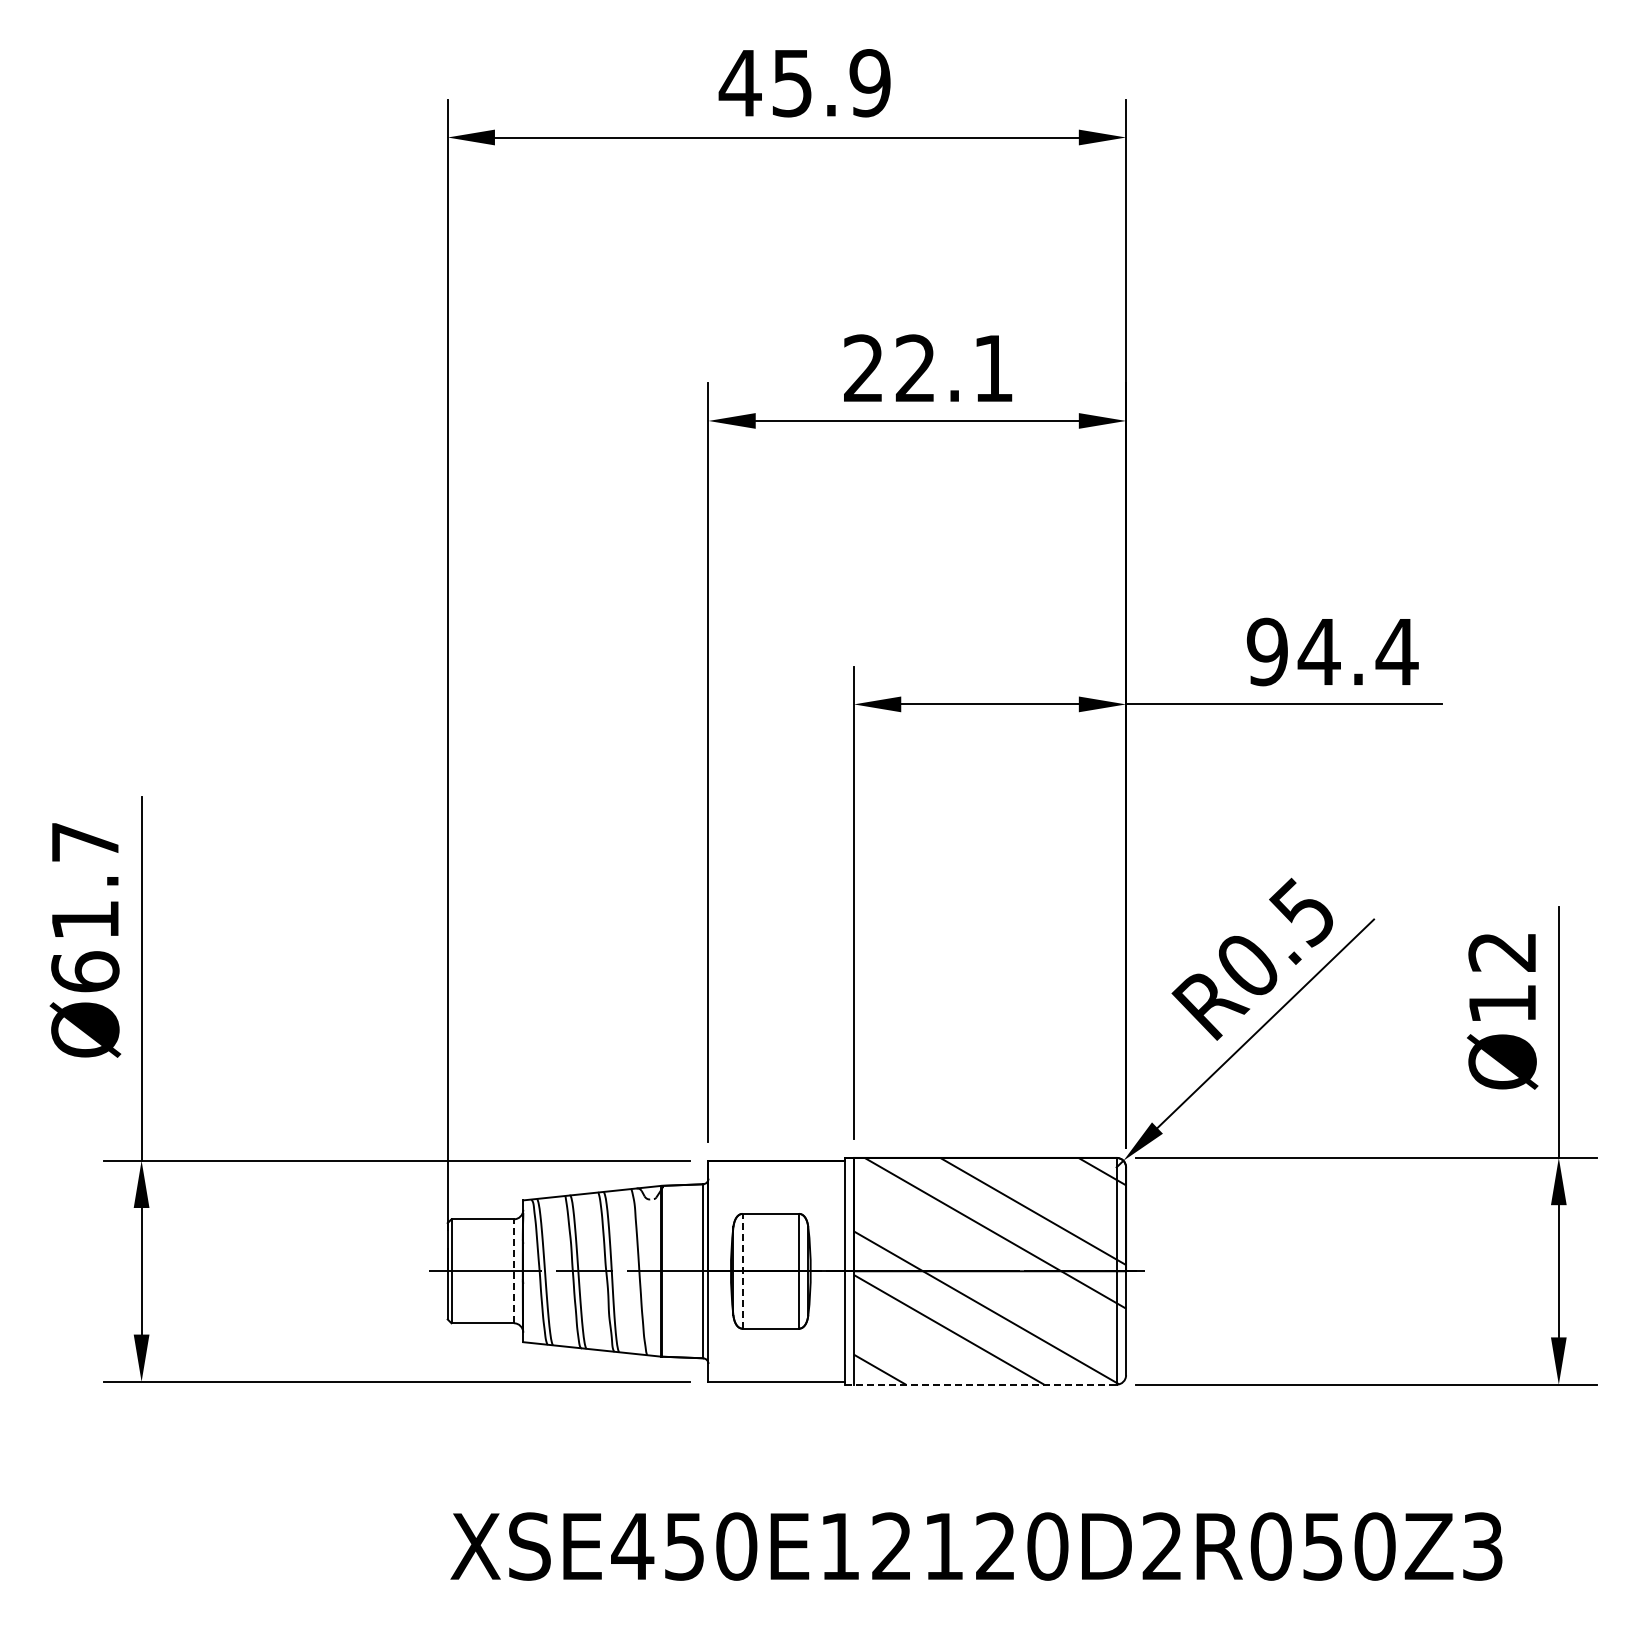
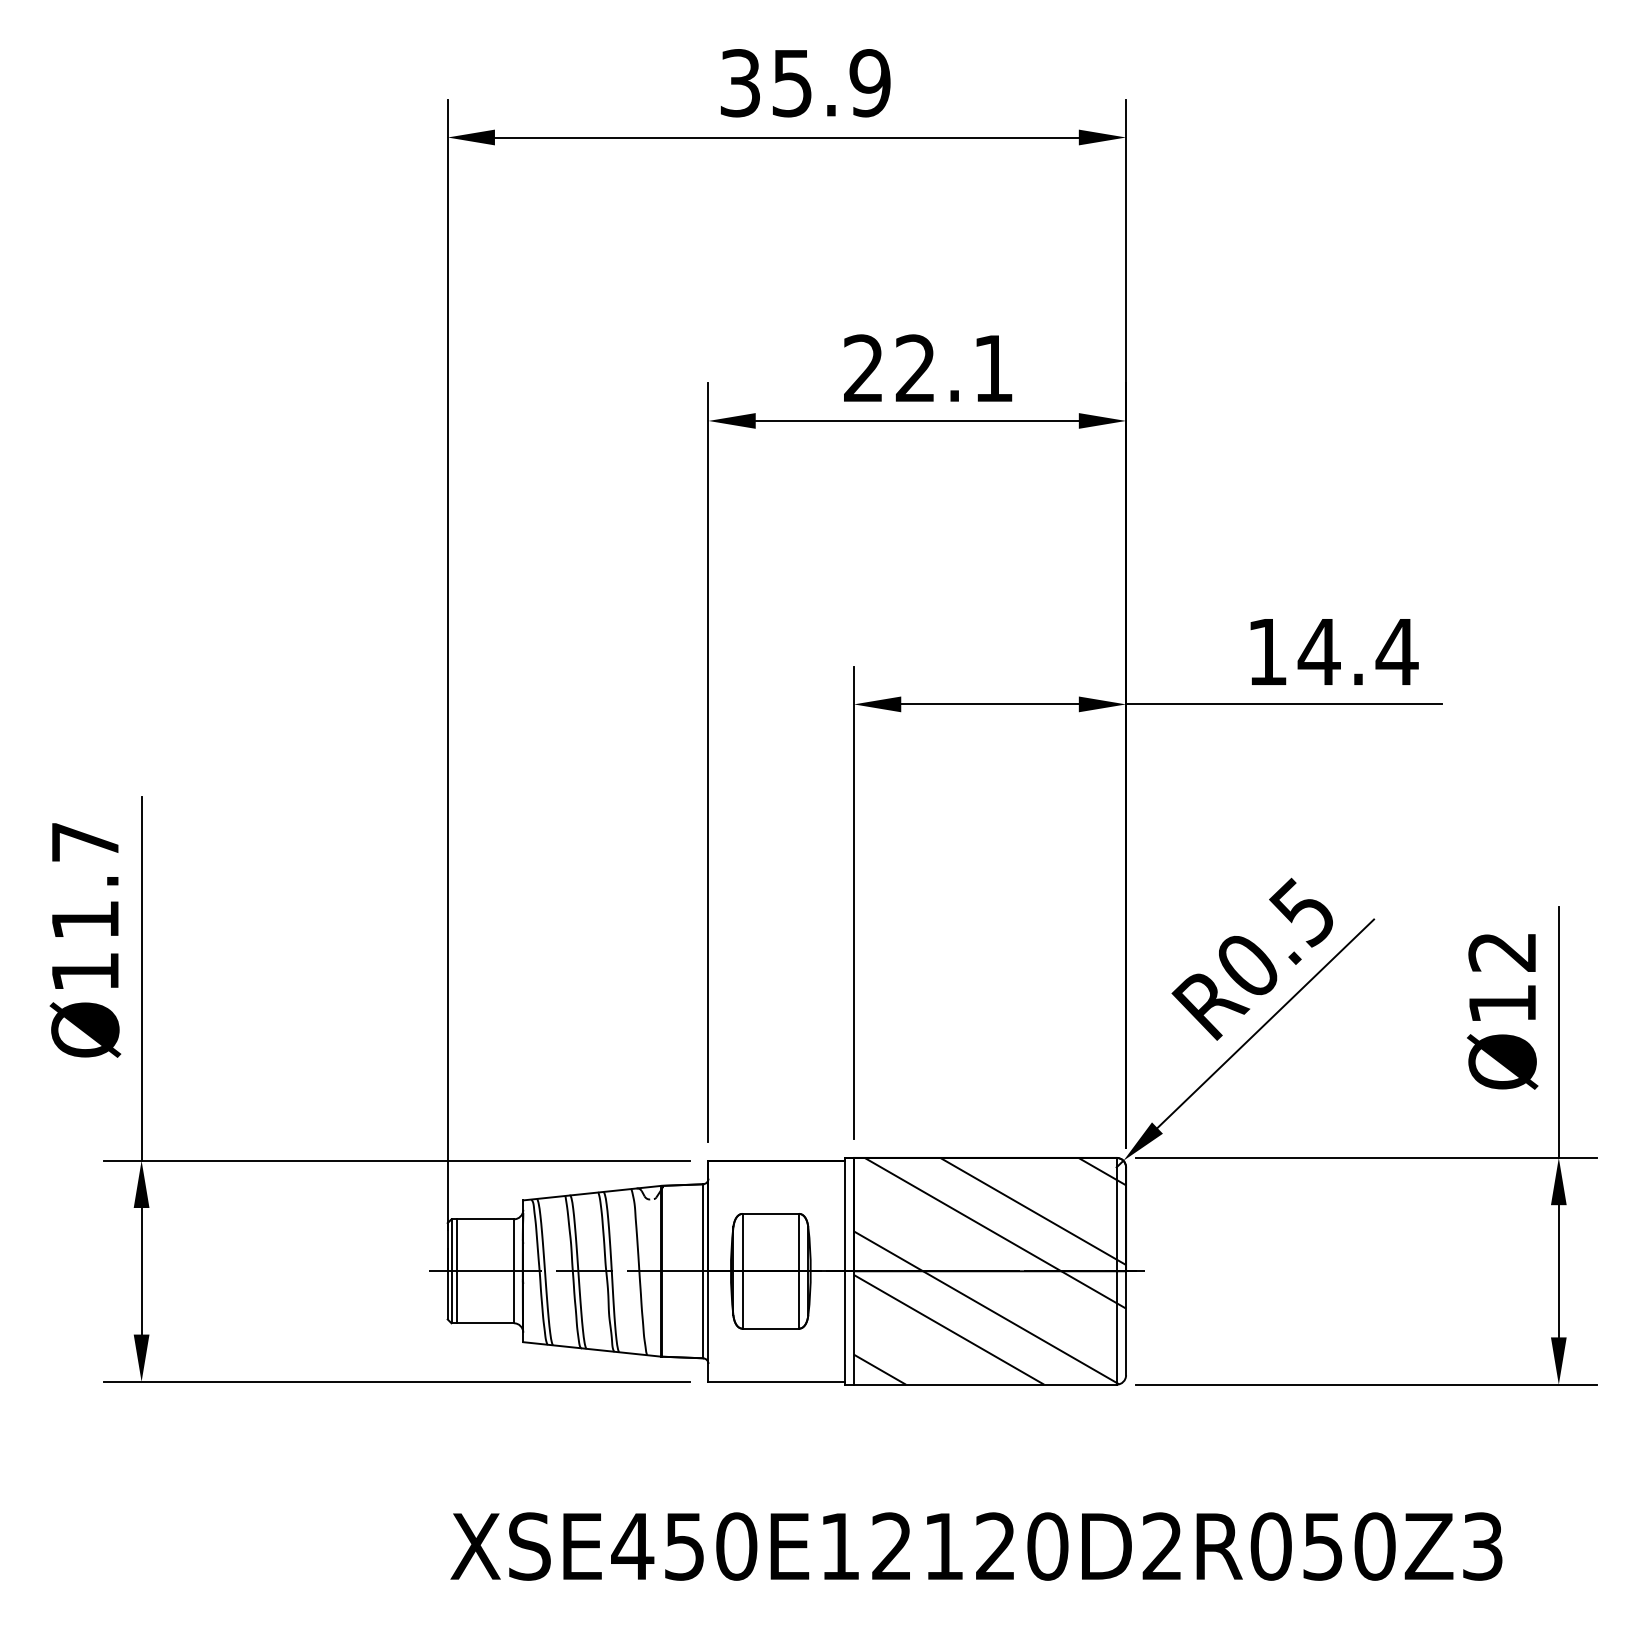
text at (739, 83): 45.9 -> 35.9
text at (1266, 651): 94.4 -> 14.4
text at (85, 971): Ø61.7 -> Ø11.7
line at (742, 1270): dashed -> solid
line at (457, 1271): none -> present
line at (513, 1271): dashed -> solid
line at (981, 1384): dashed -> solid
